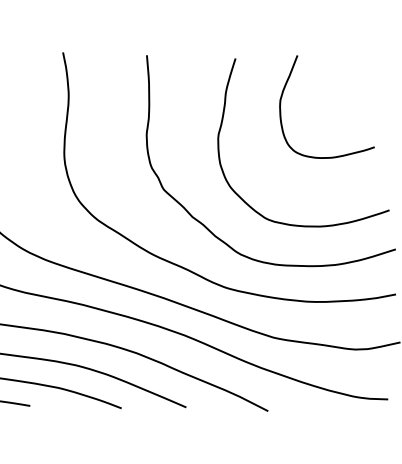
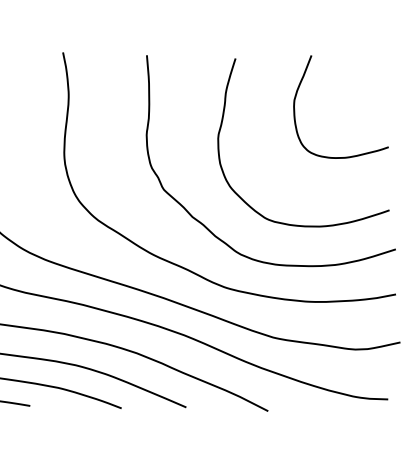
curve at (283, 94) position: (283, 94) -> (297, 94)
